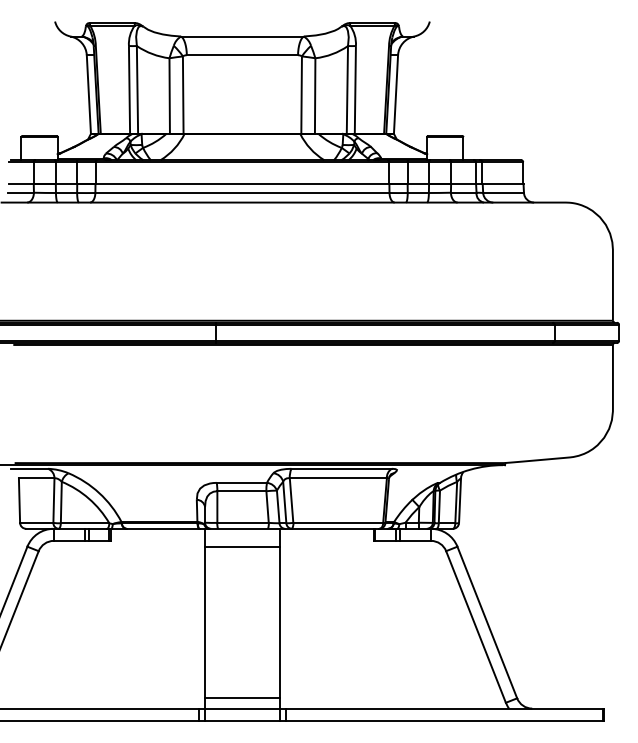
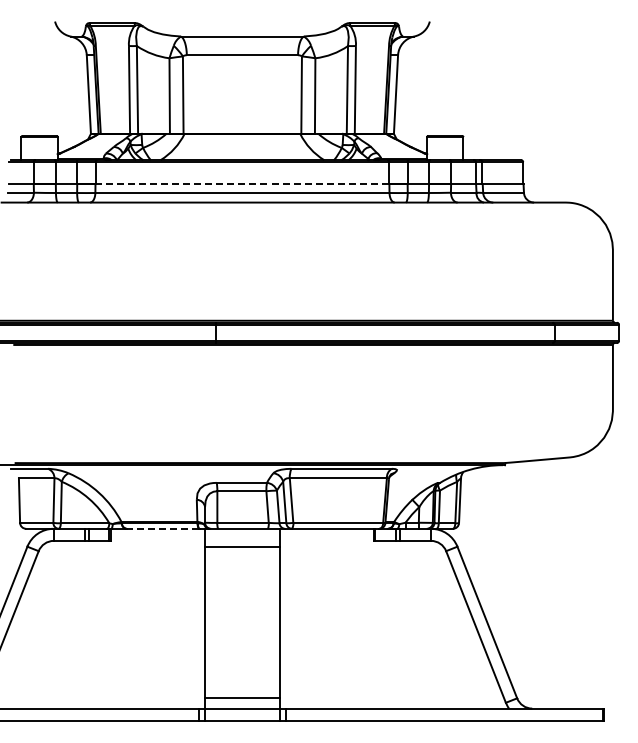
line at (242, 184): solid -> dashed
line at (162, 528): solid -> dashed
